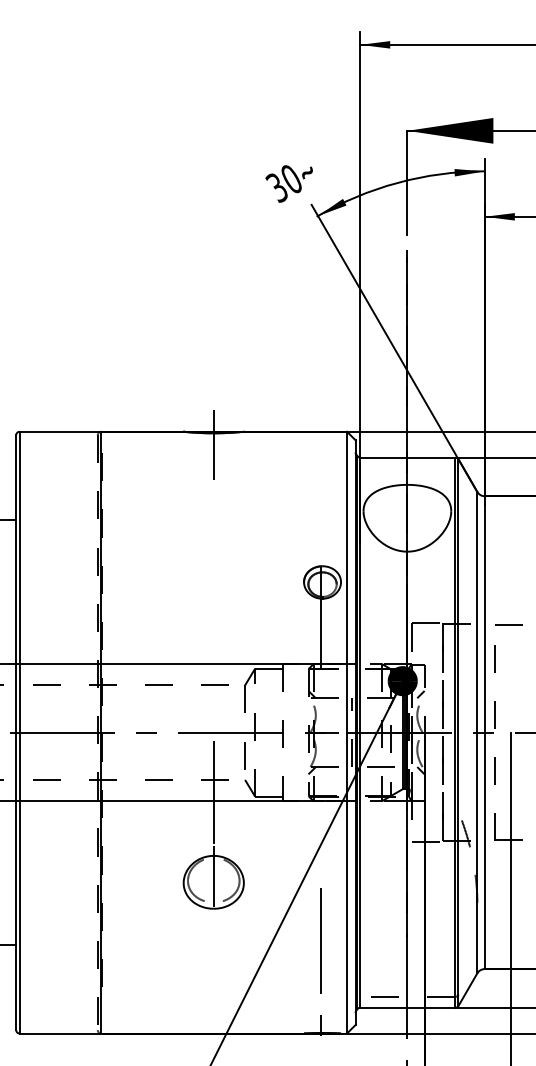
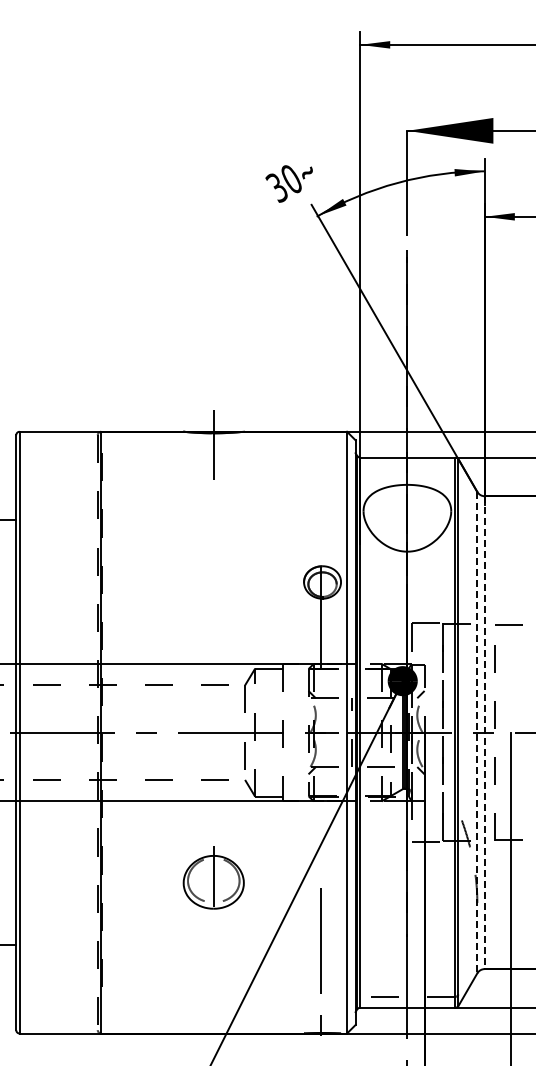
line at (477, 732): solid -> dashed
line at (484, 733): solid -> dashed
line at (213, 792): present -> none
